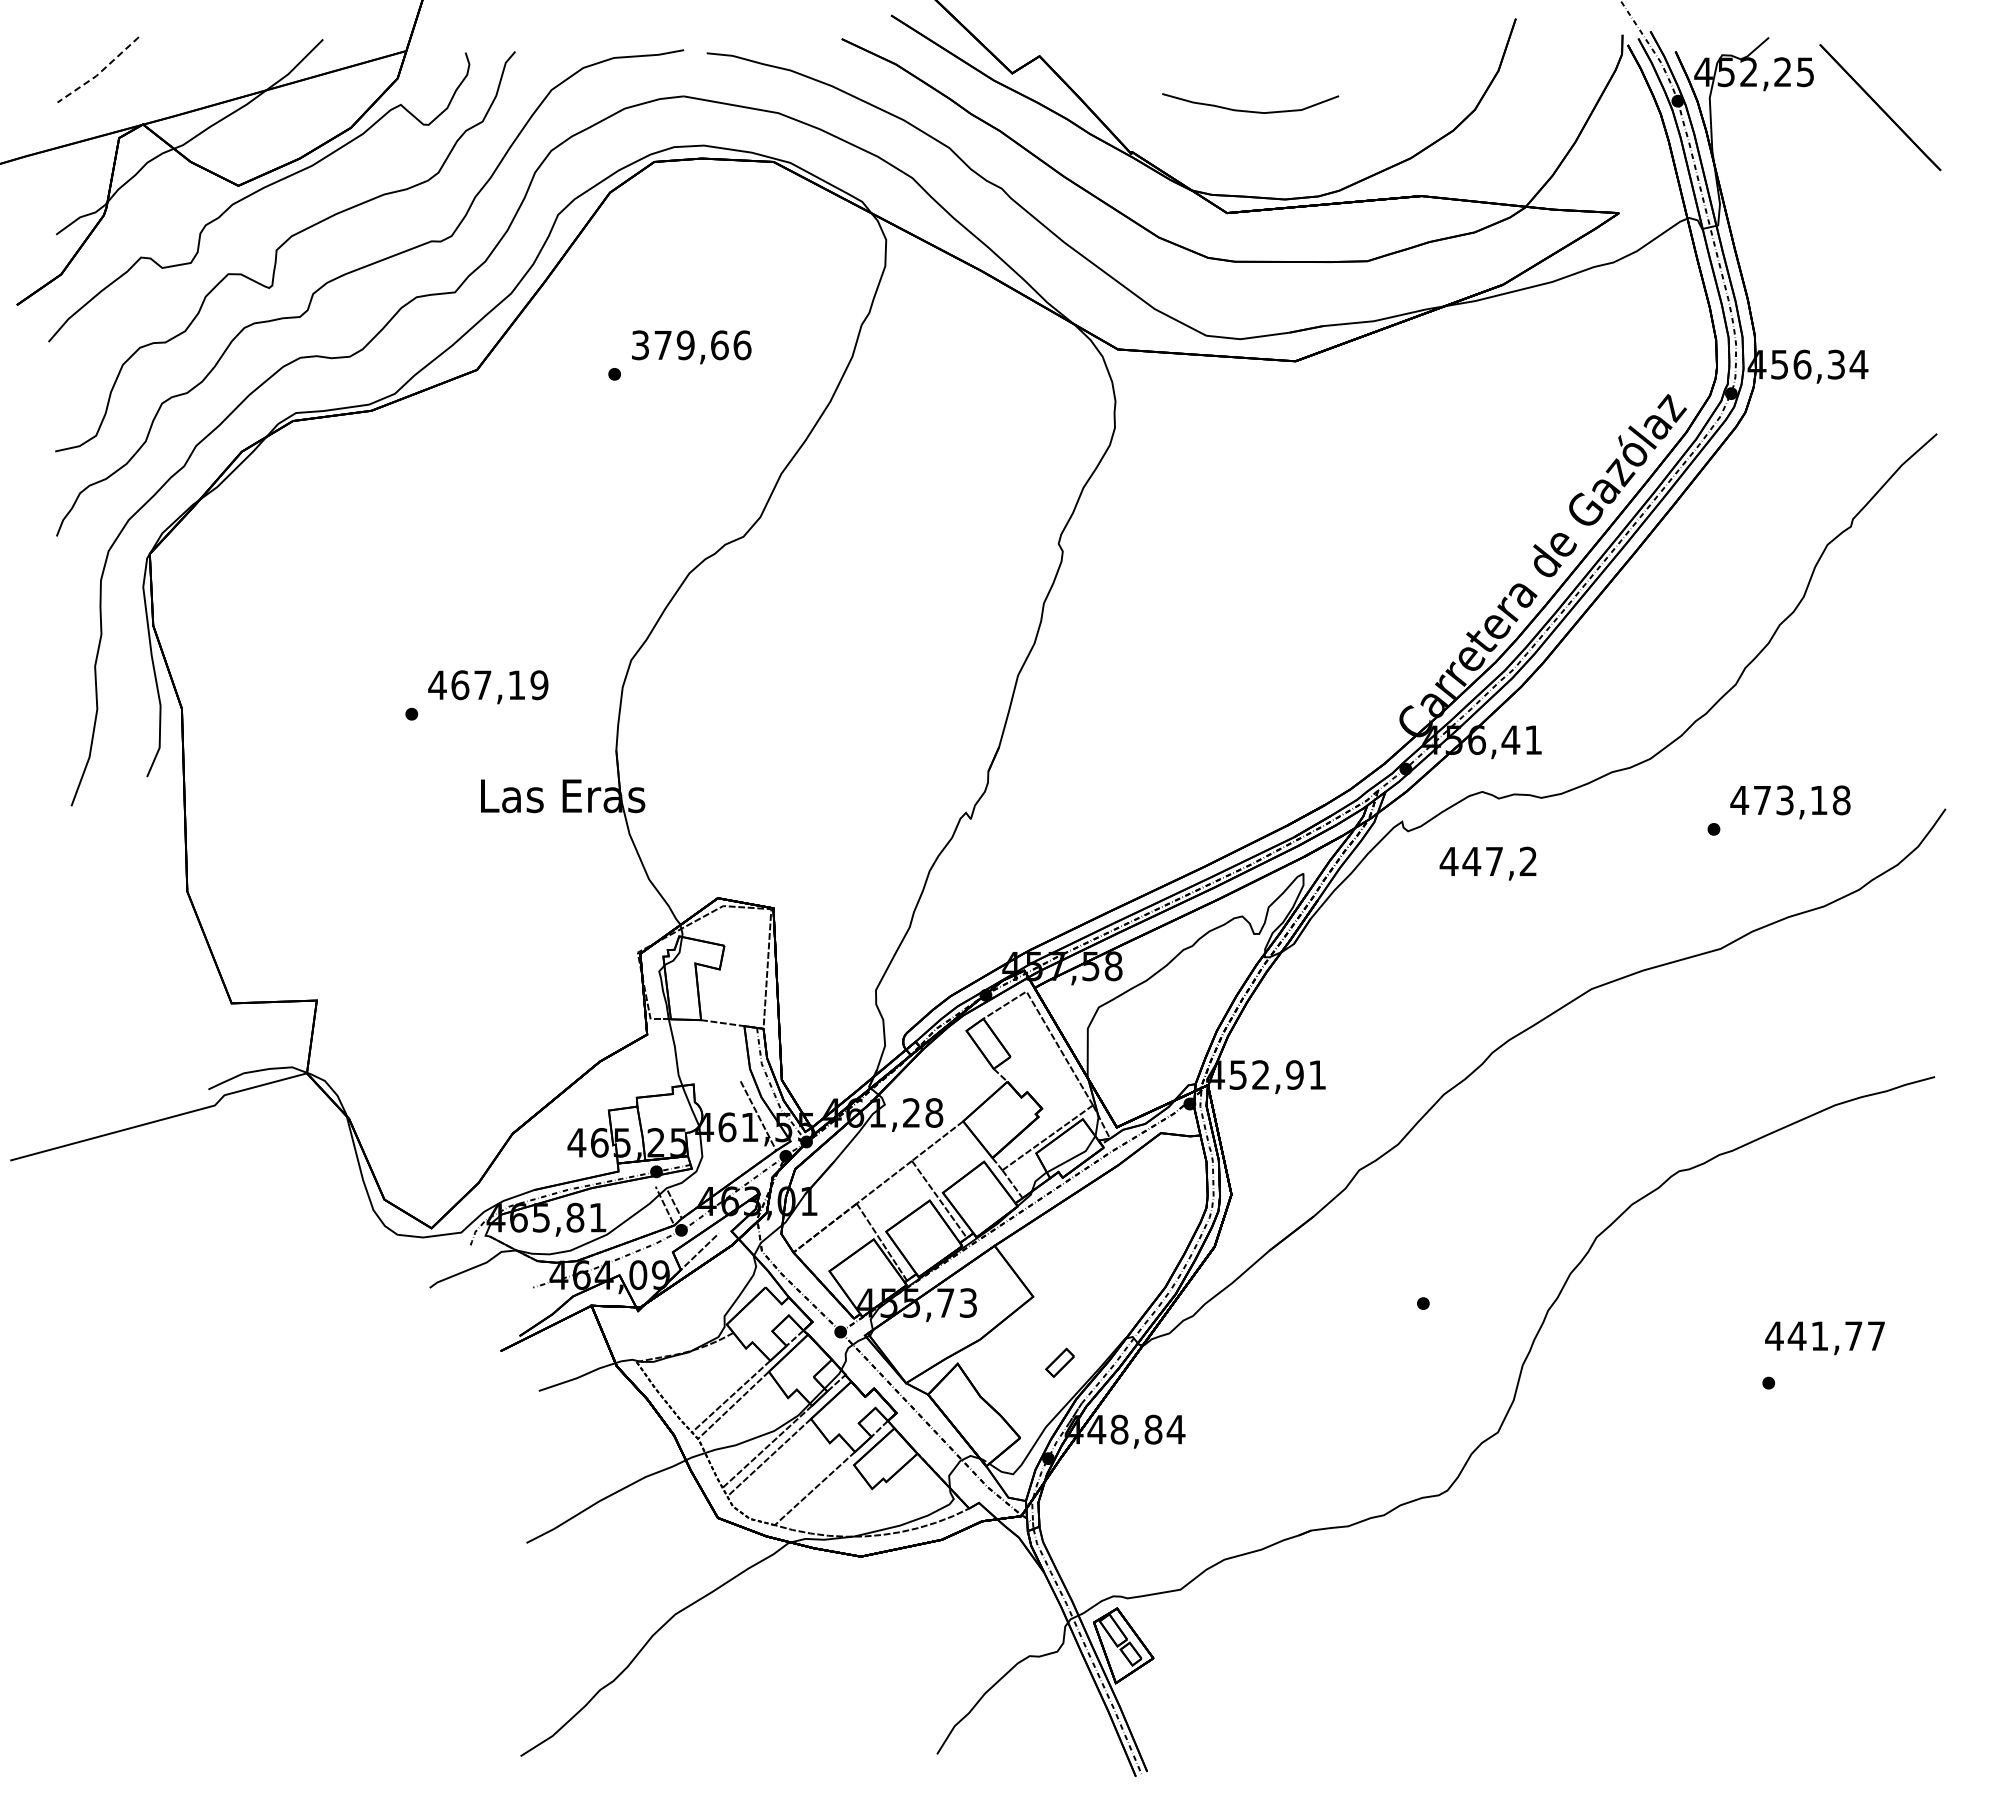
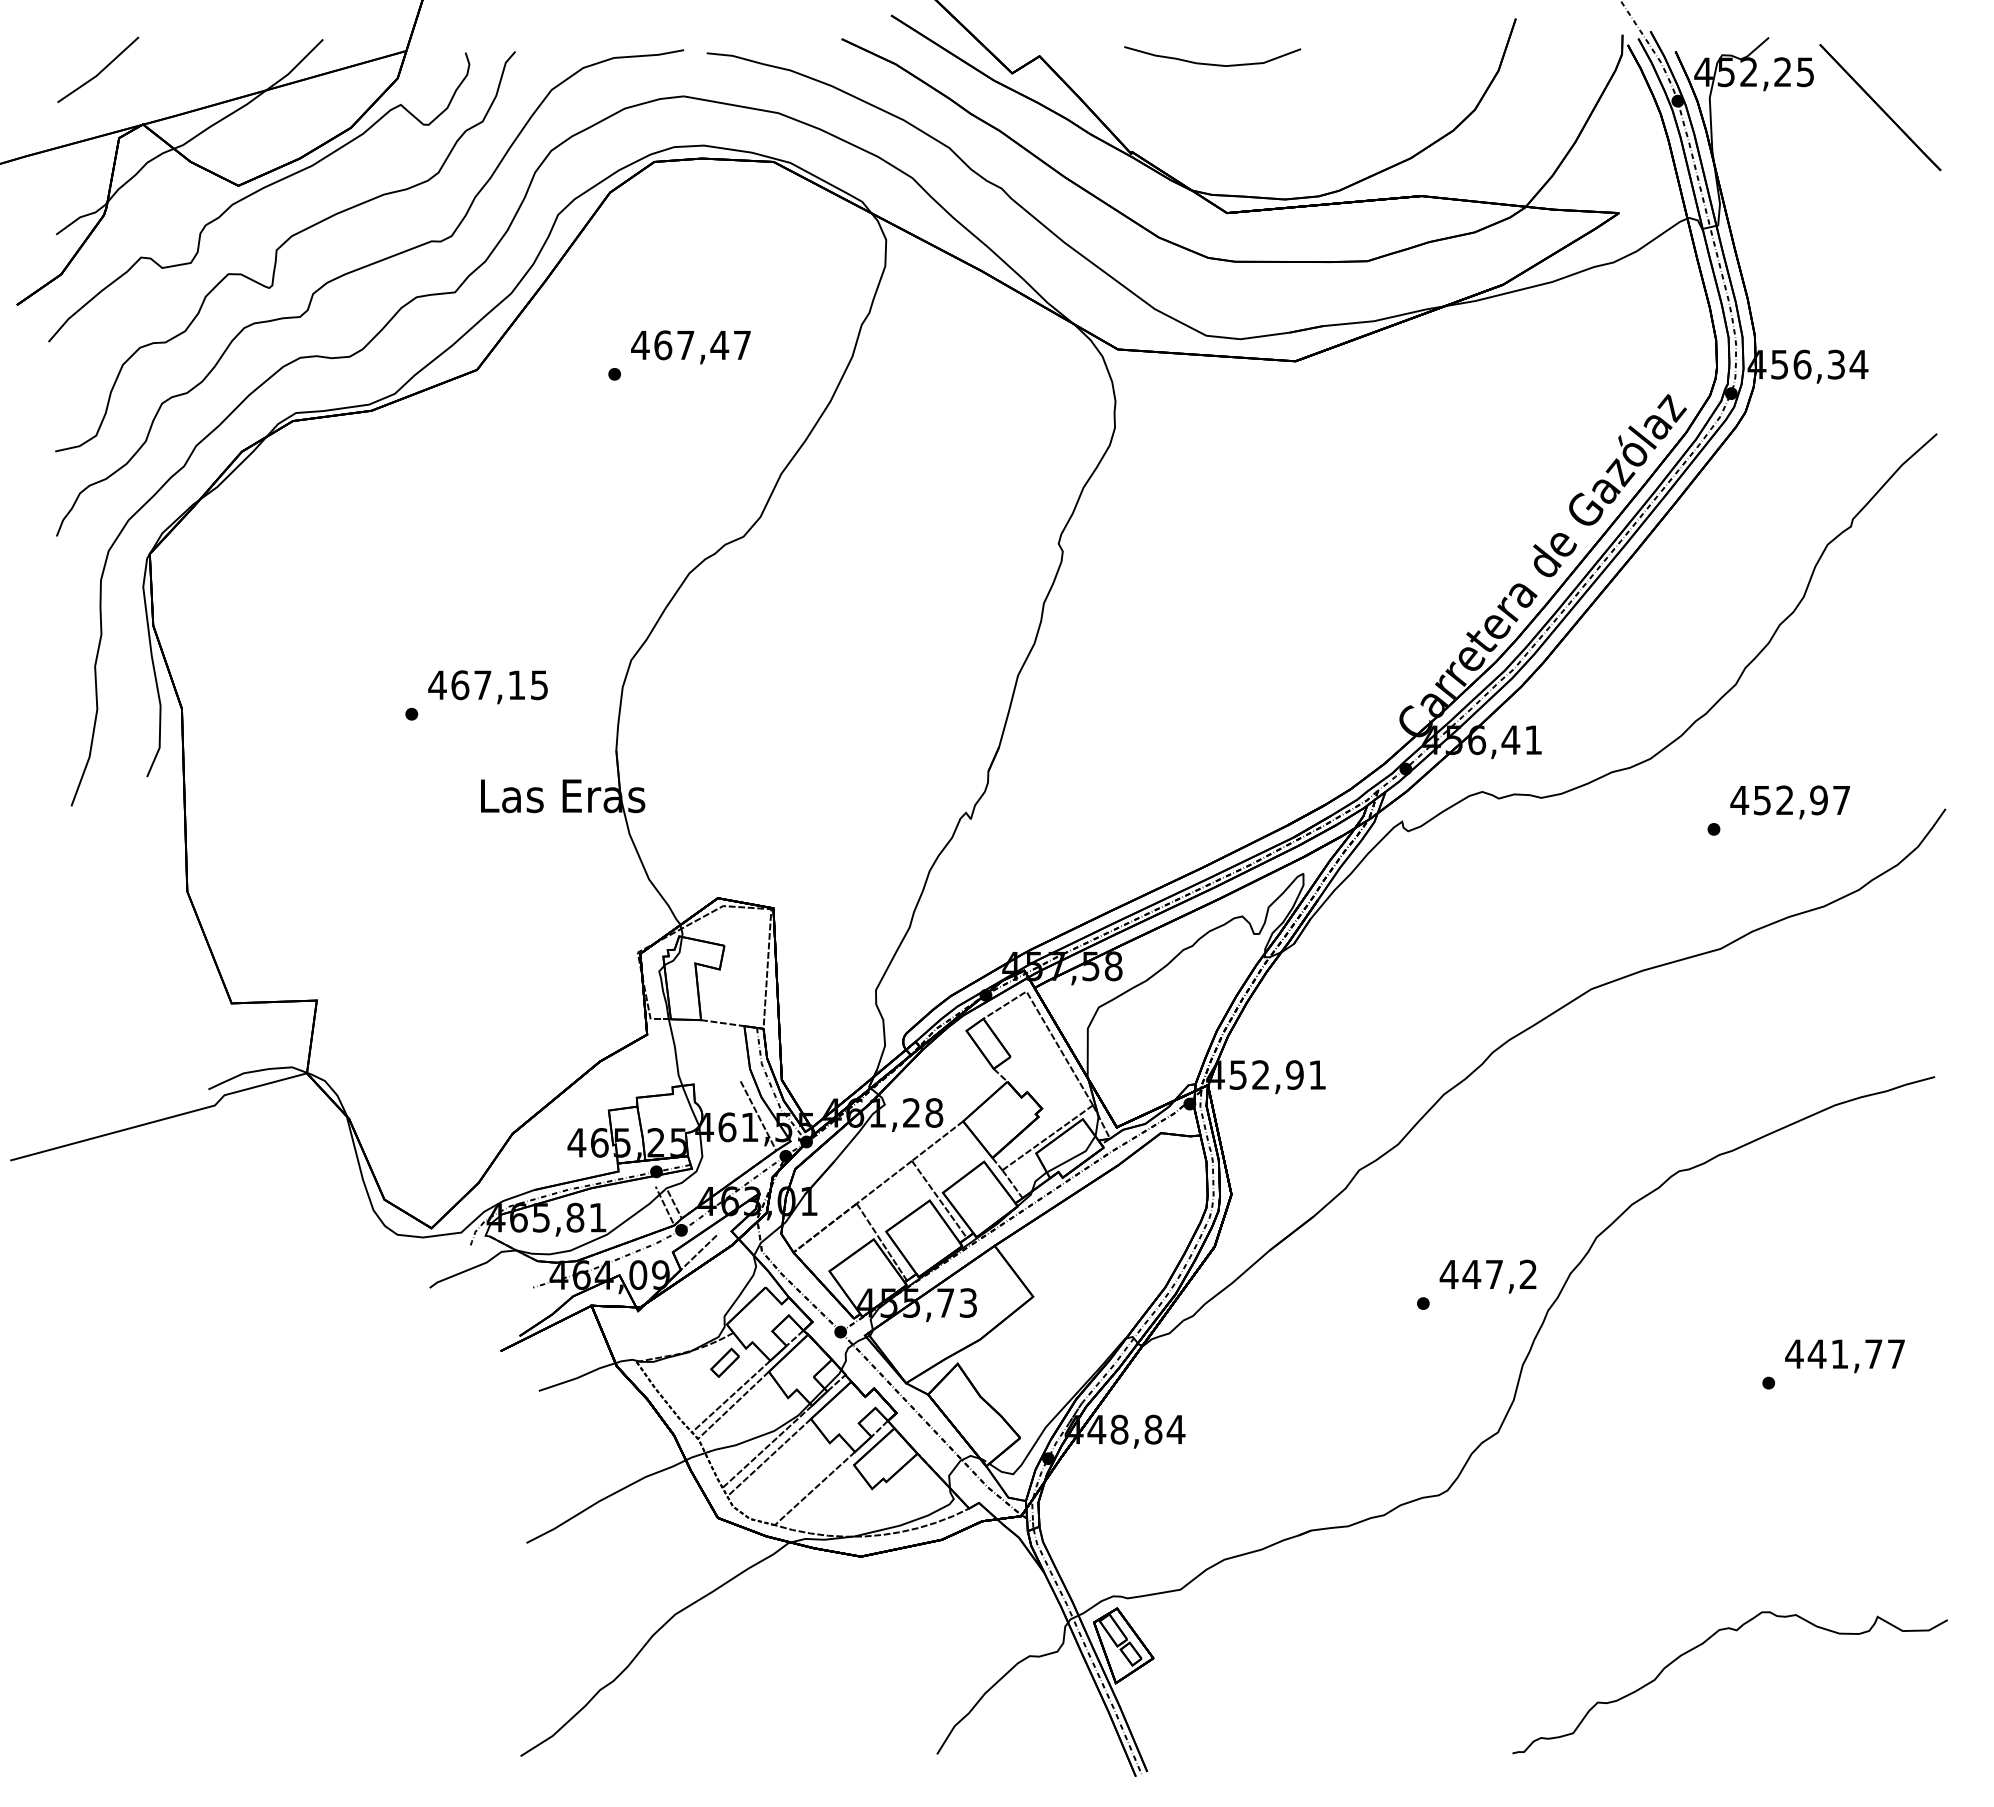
line at (99, 73): dashed -> solid
curve at (1250, 110) position: (1250, 110) -> (1212, 63)
text at (691, 345): 379,66 -> 467,47
text at (539, 684): 467,19 -> 467,15
text at (1802, 800): 473,18 -> 452,97
text at (1487, 863) position: (1487, 863) -> (1487, 1276)
text at (1824, 1338) position: (1824, 1338) -> (1844, 1356)
part at (1059, 1362) position: (1059, 1362) -> (724, 1362)
curve at (1703, 1644): none -> present
